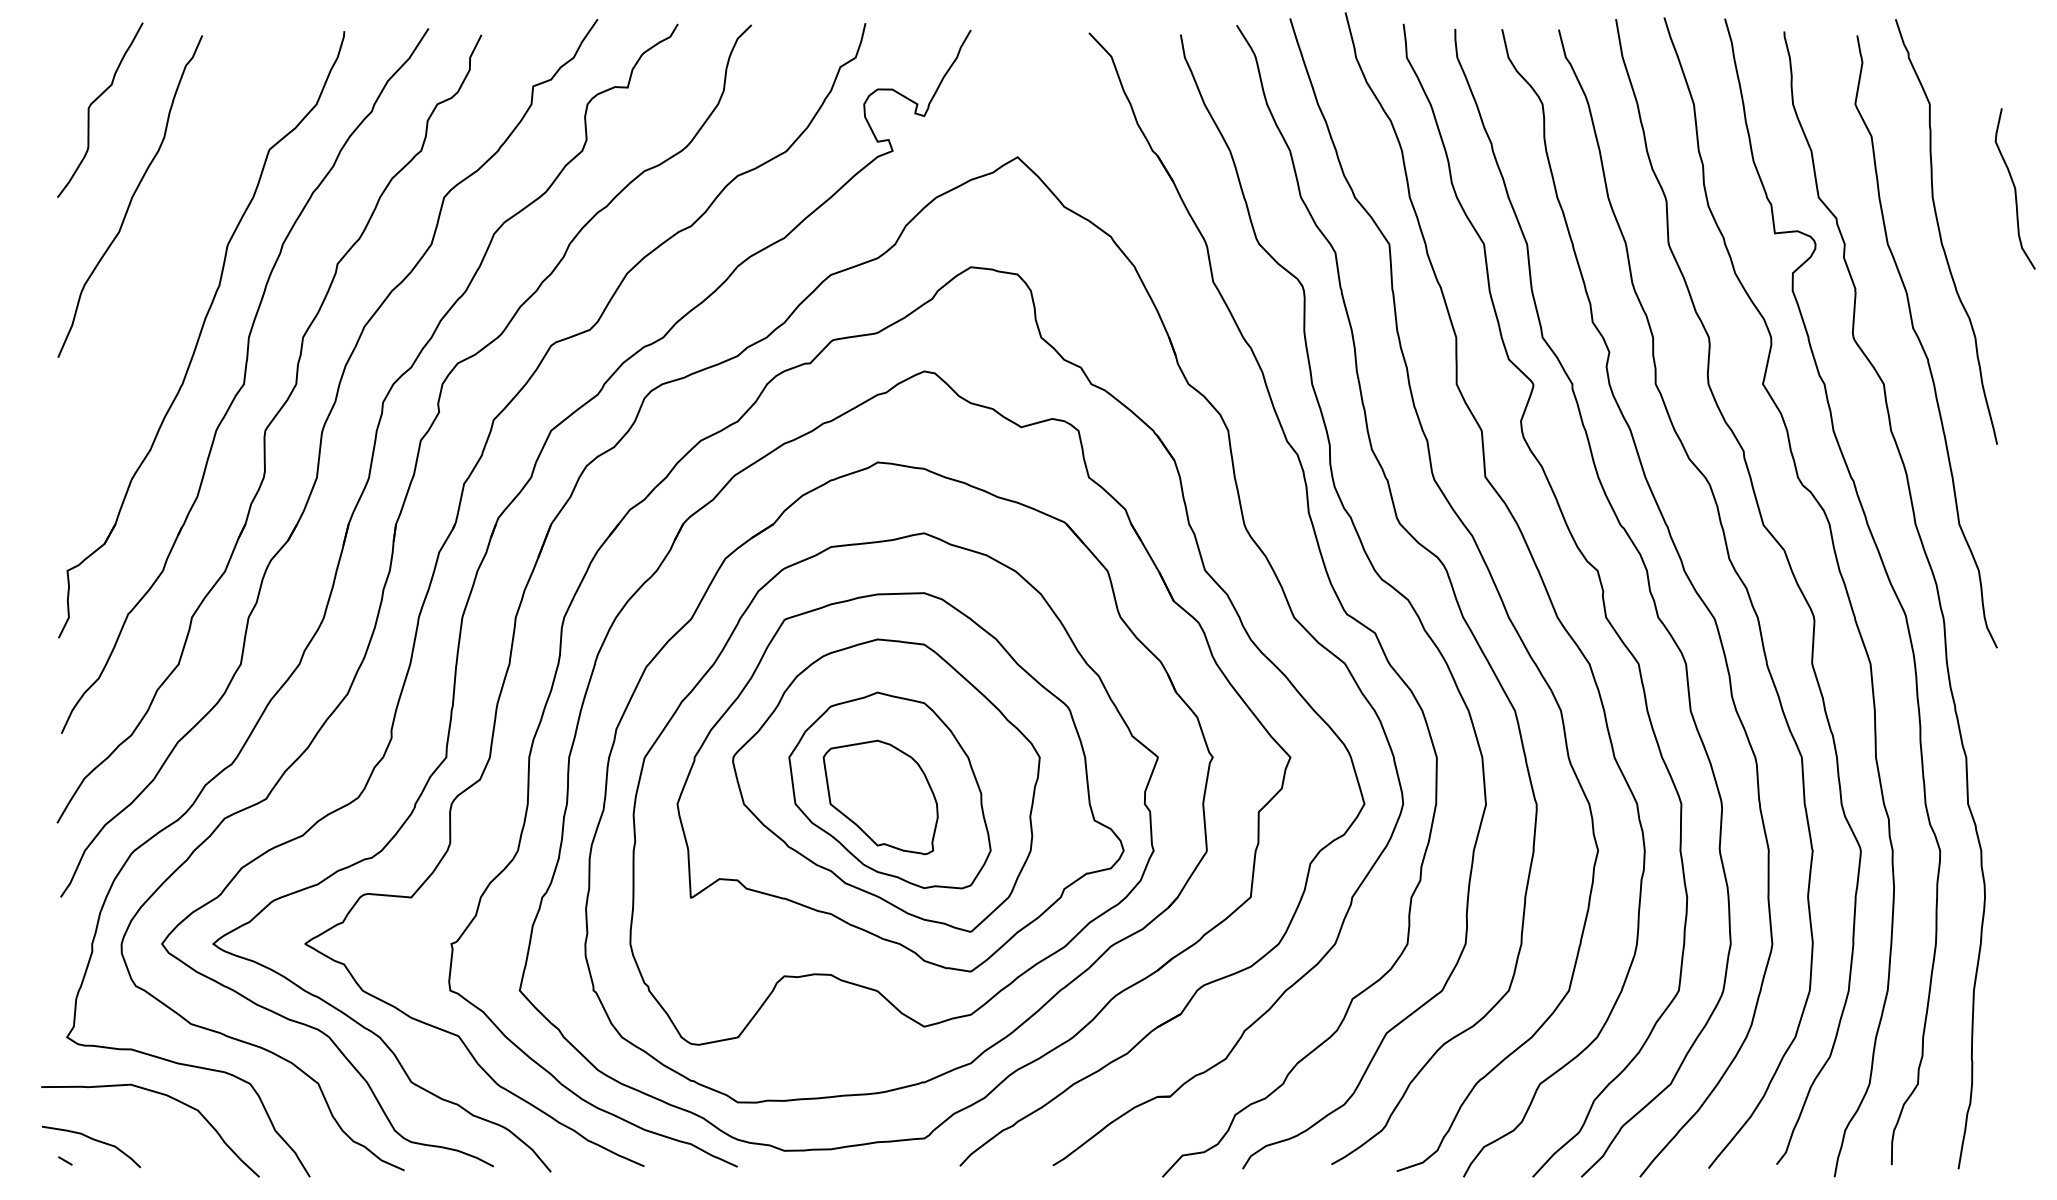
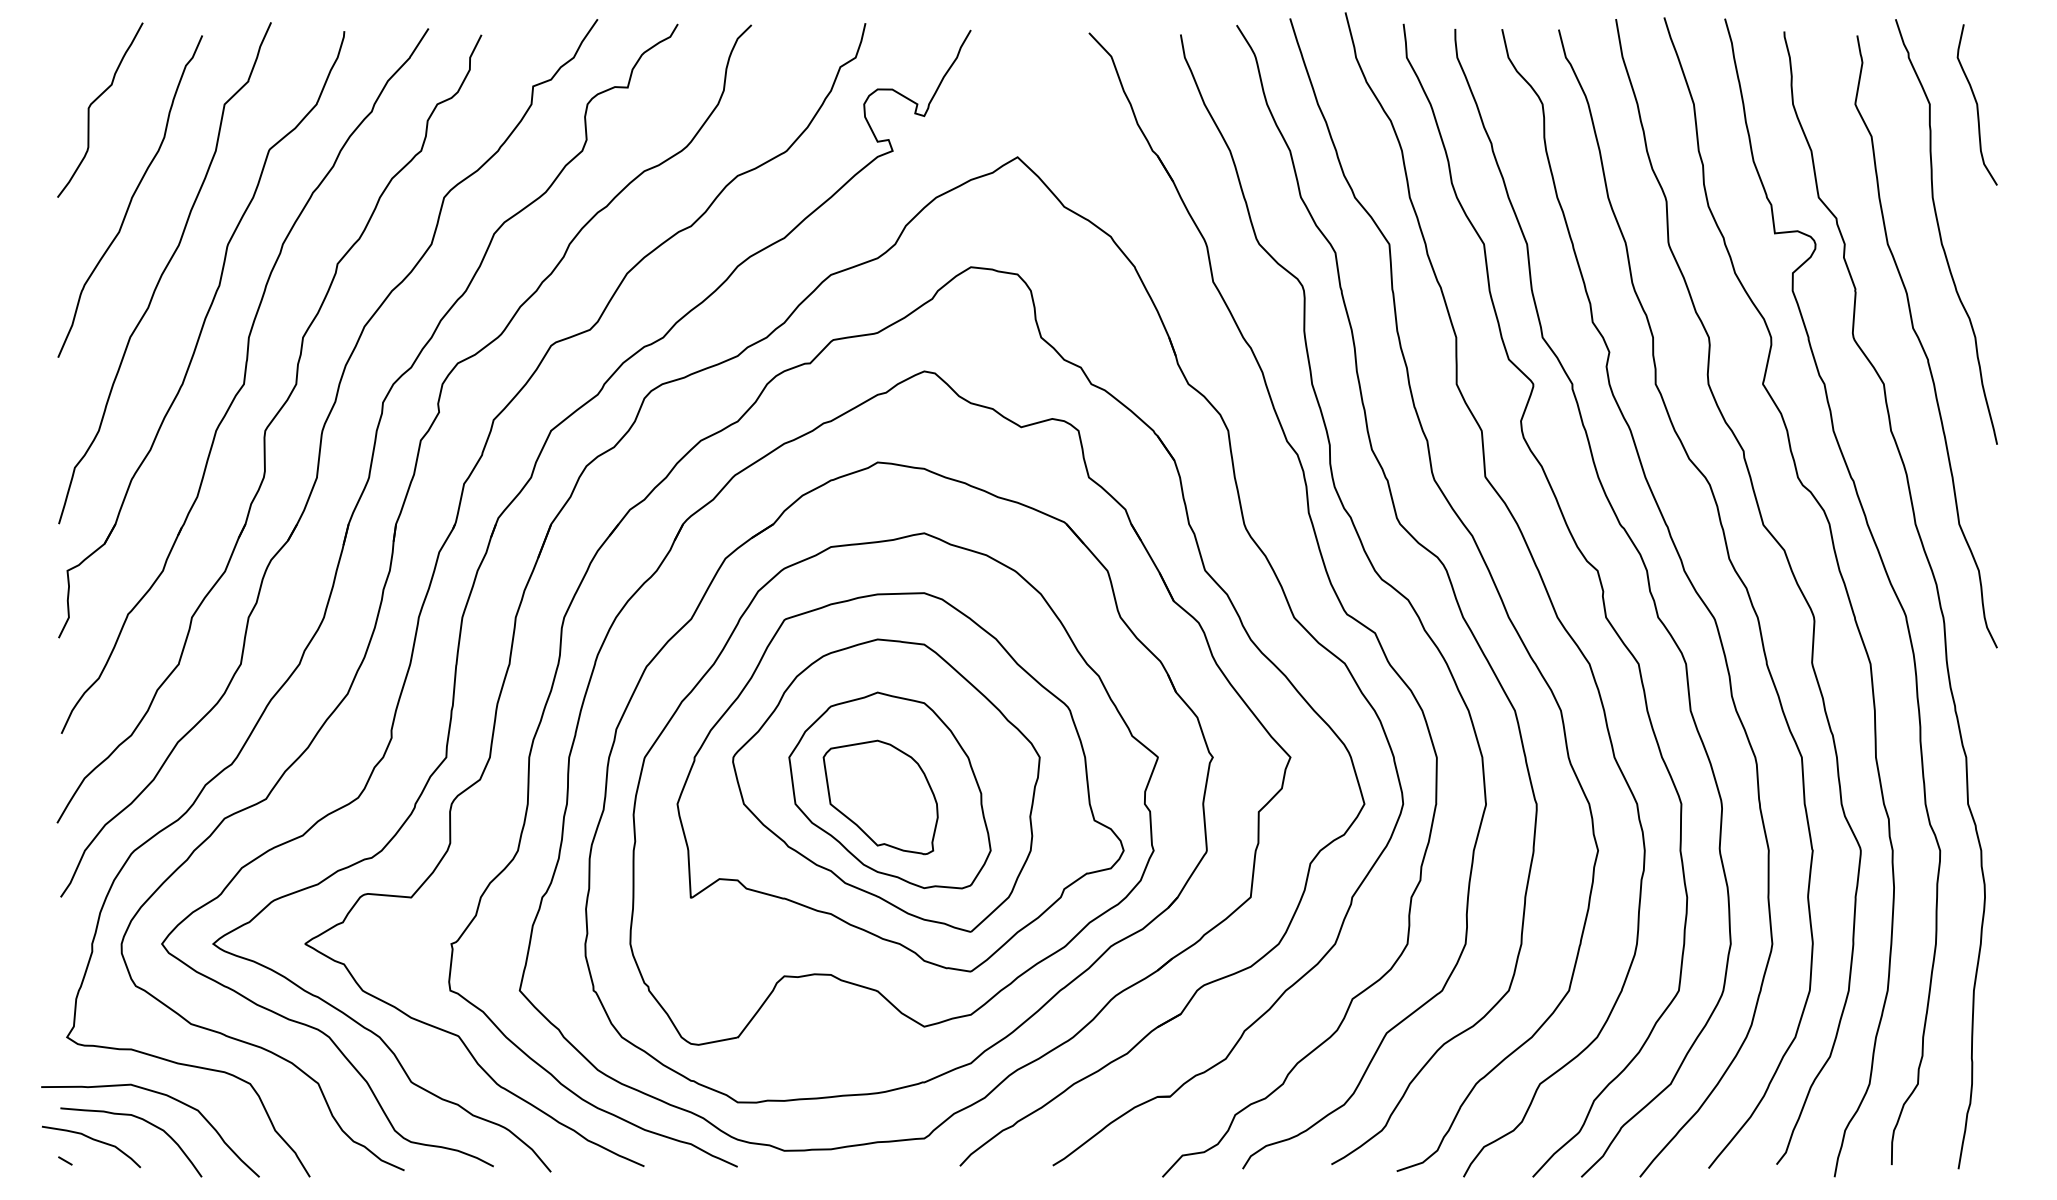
curve at (2014, 188) position: (2014, 188) -> (1976, 104)
curve at (164, 272): none -> present
curve at (142, 1120): none -> present
